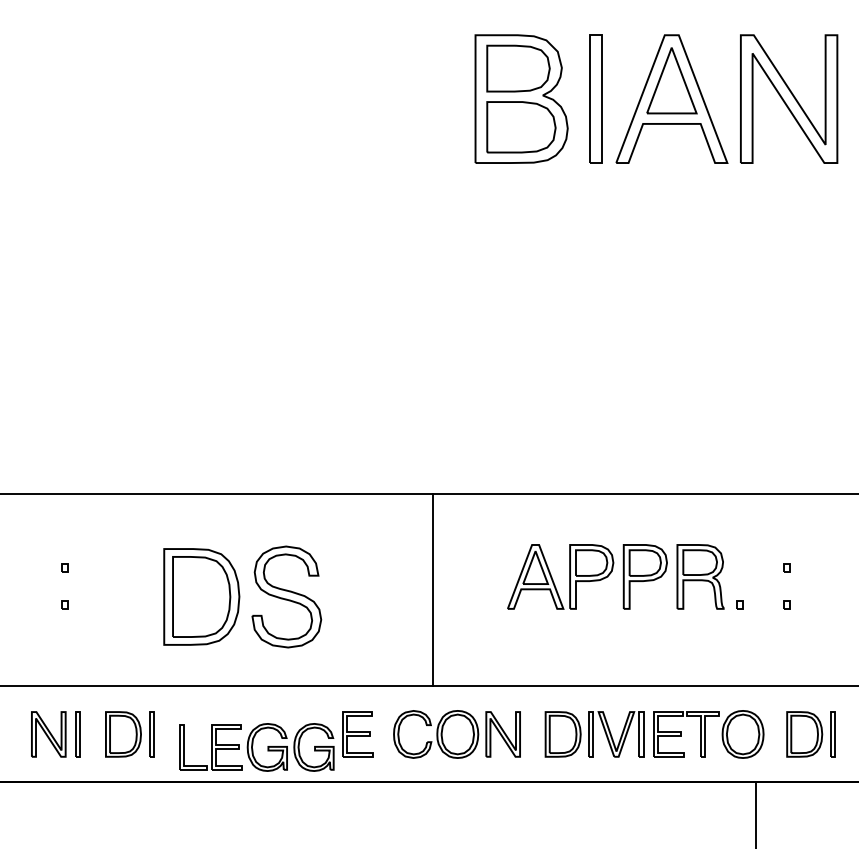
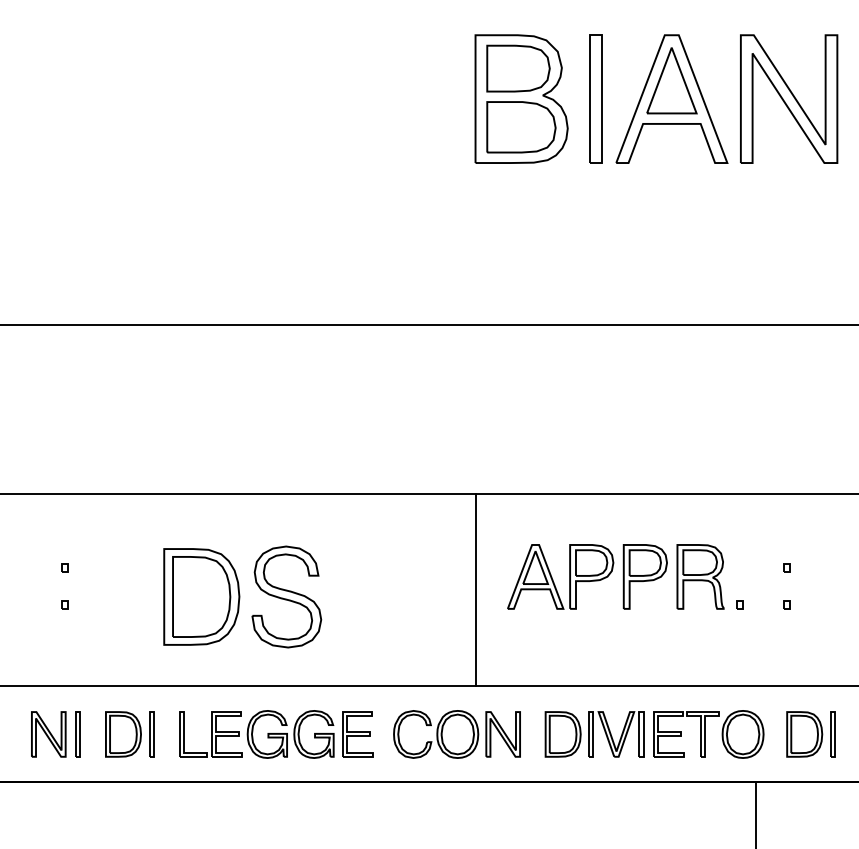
line at (428, 324): none -> present
line at (433, 589) position: (433, 589) -> (476, 589)
part at (256, 747) position: (256, 747) -> (256, 734)
